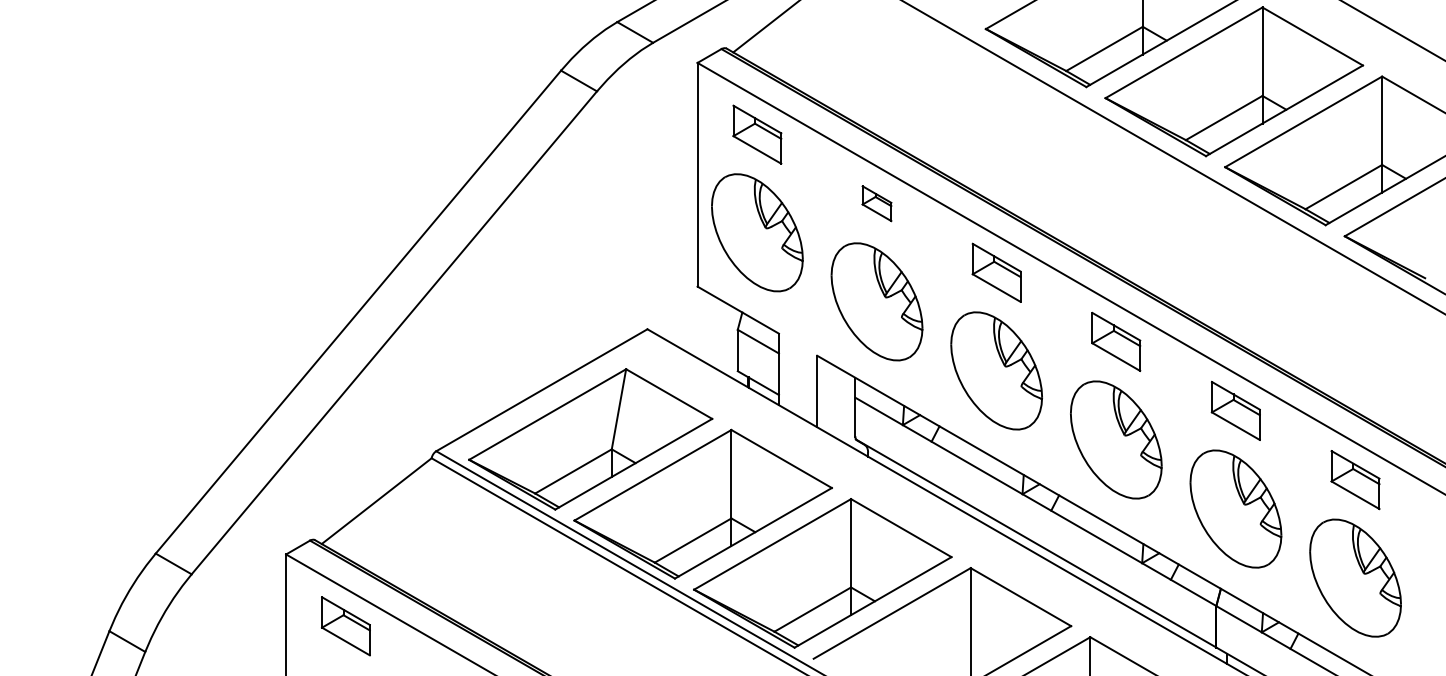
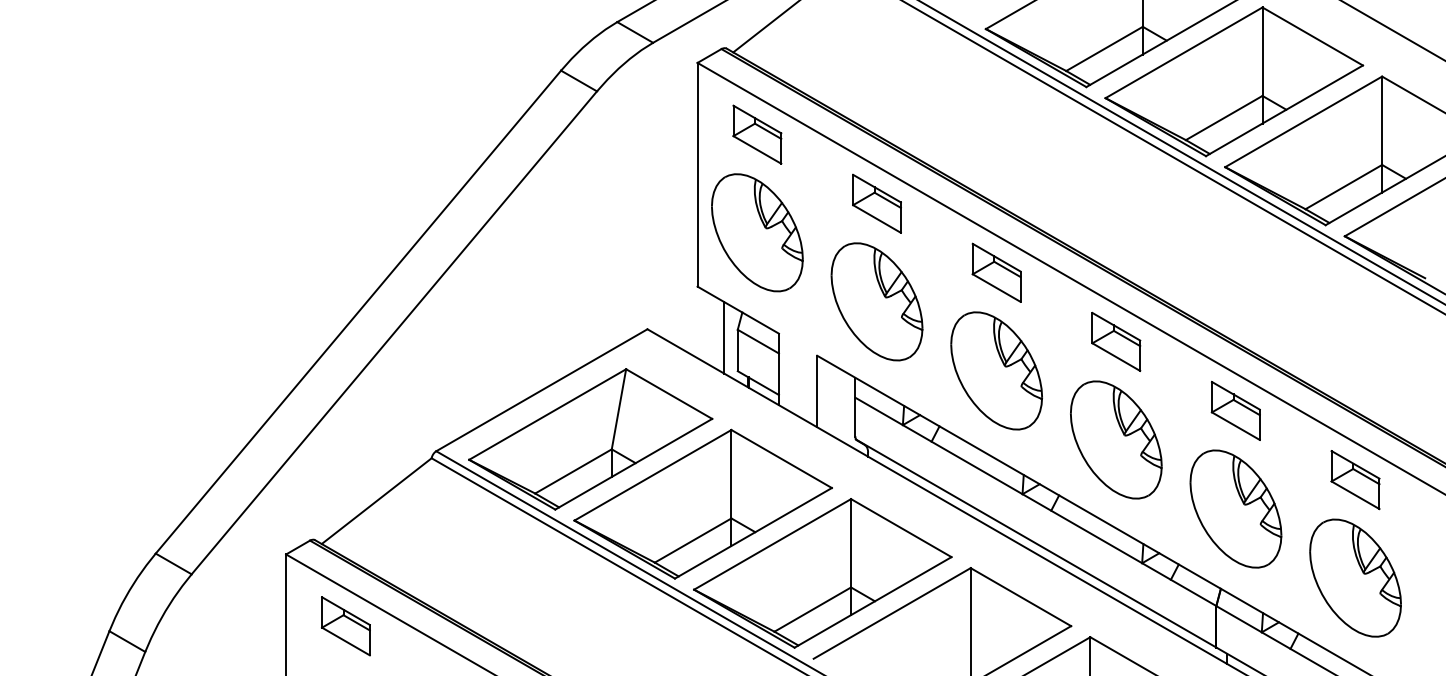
line at (1181, 152): none -> present
part at (876, 203) size: 32x38 px -> 50x61 px
line at (723, 337): none -> present
